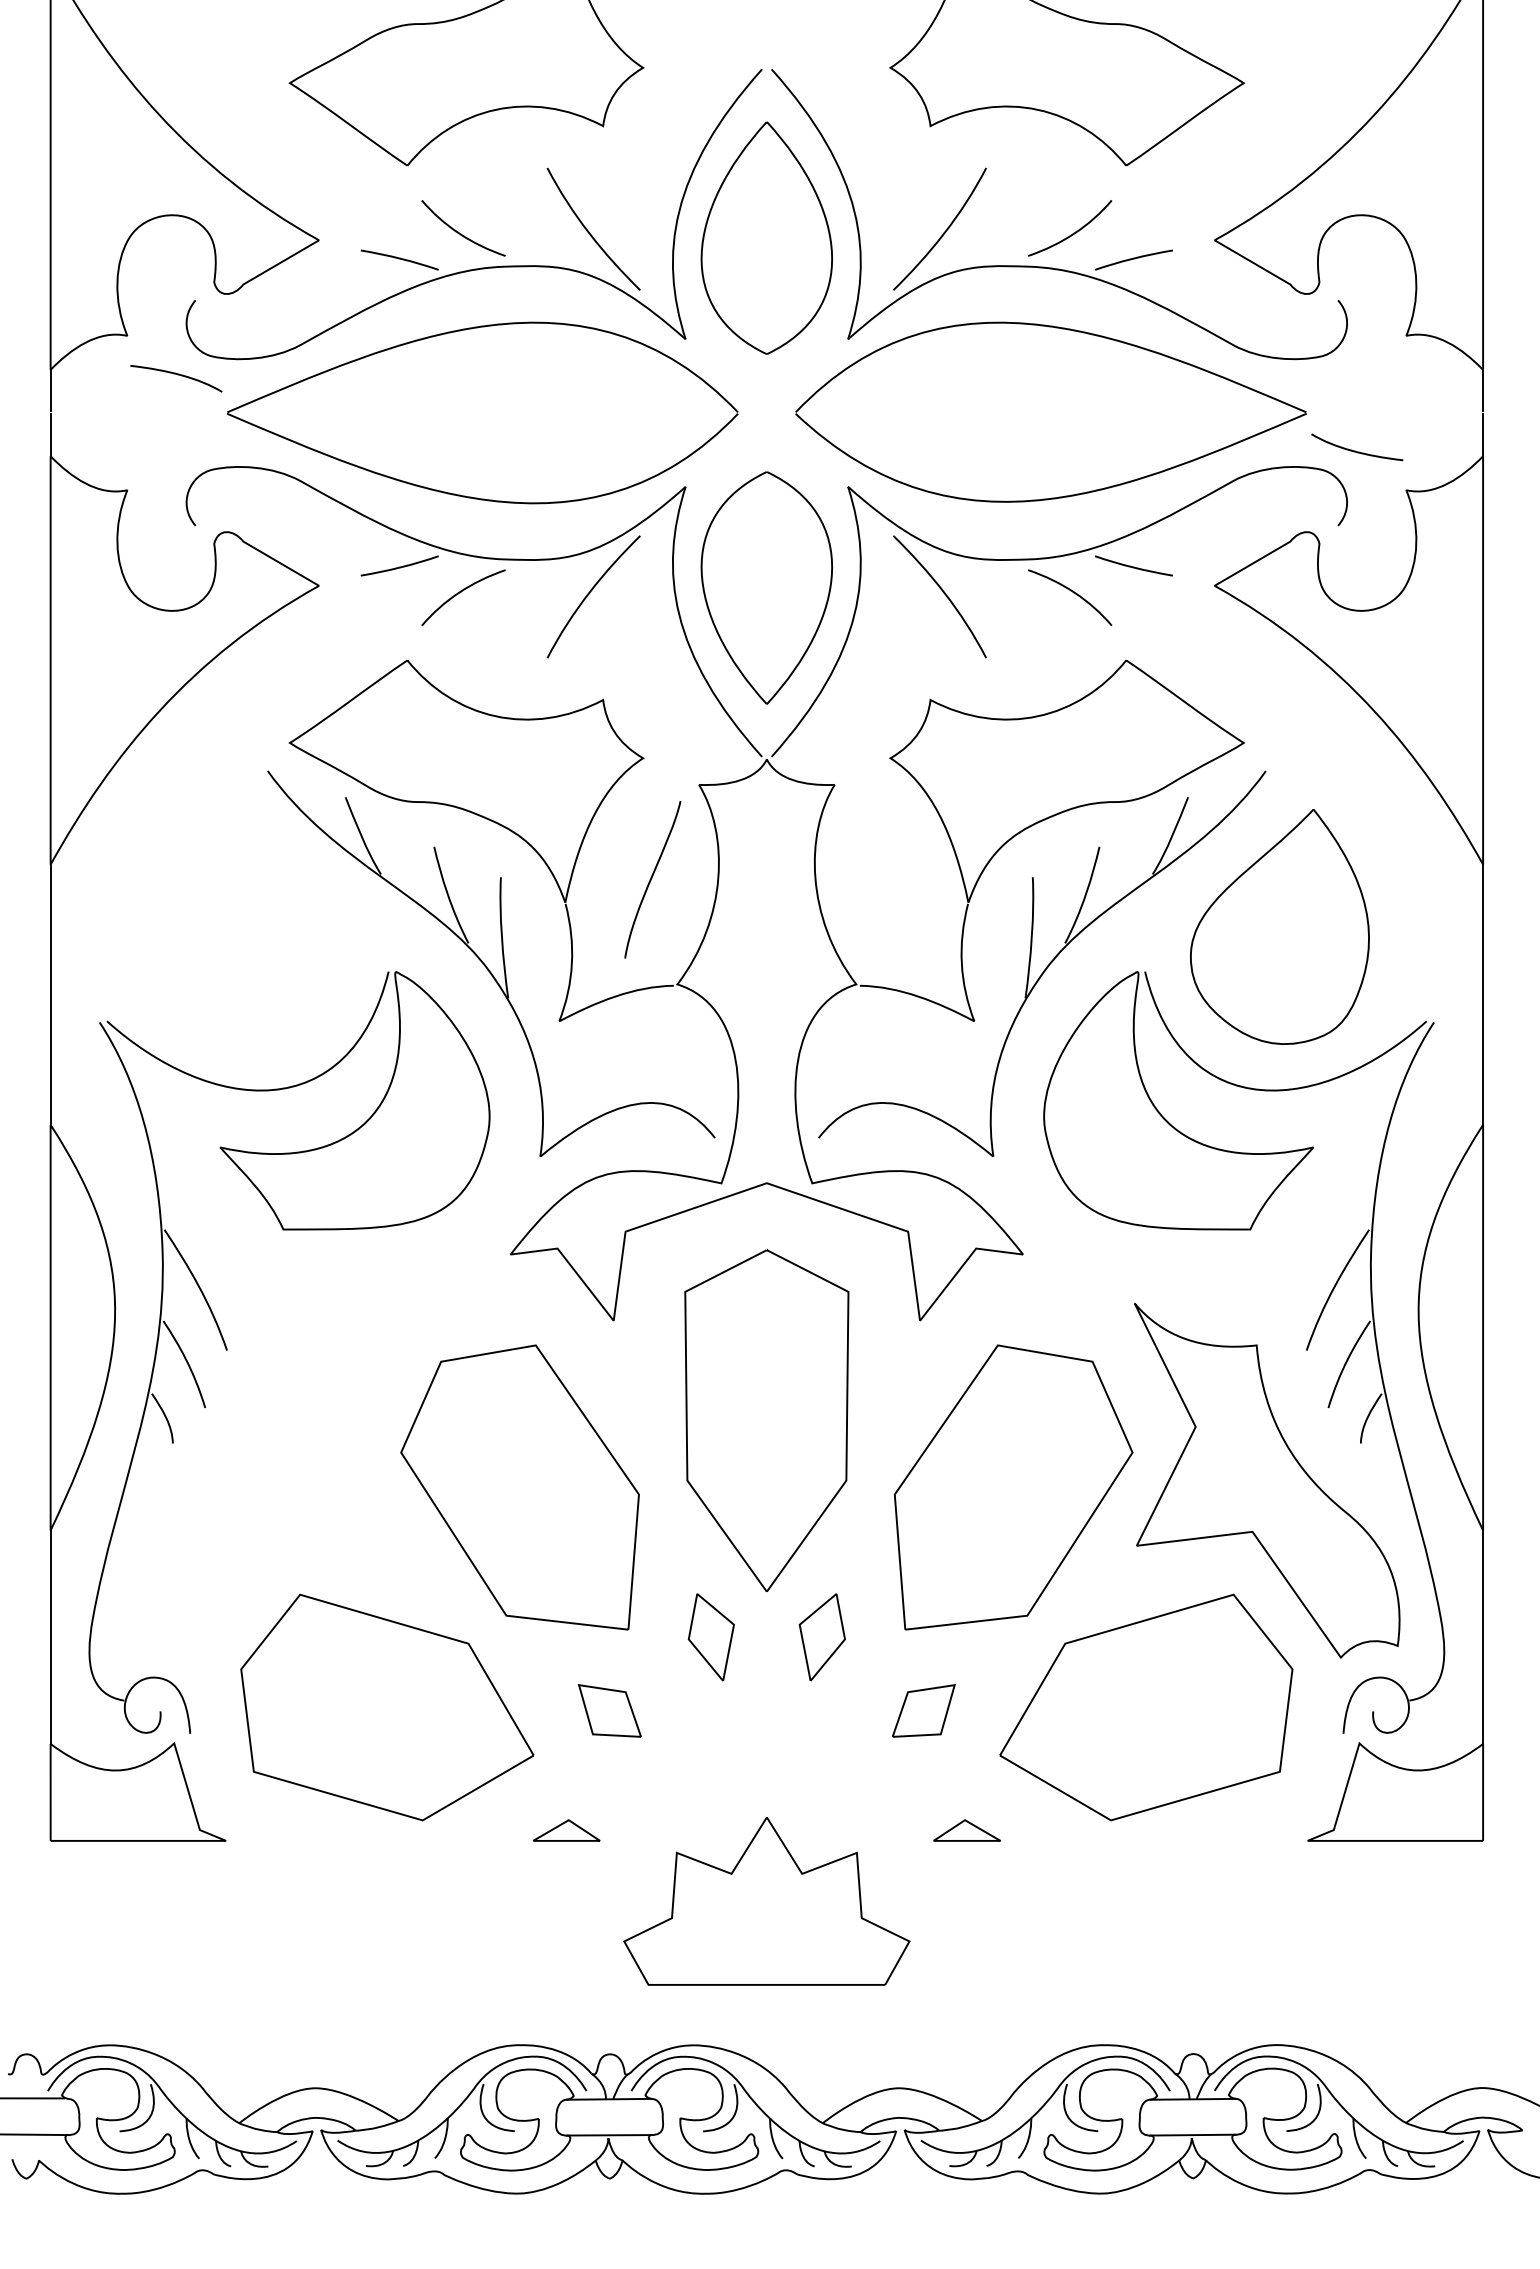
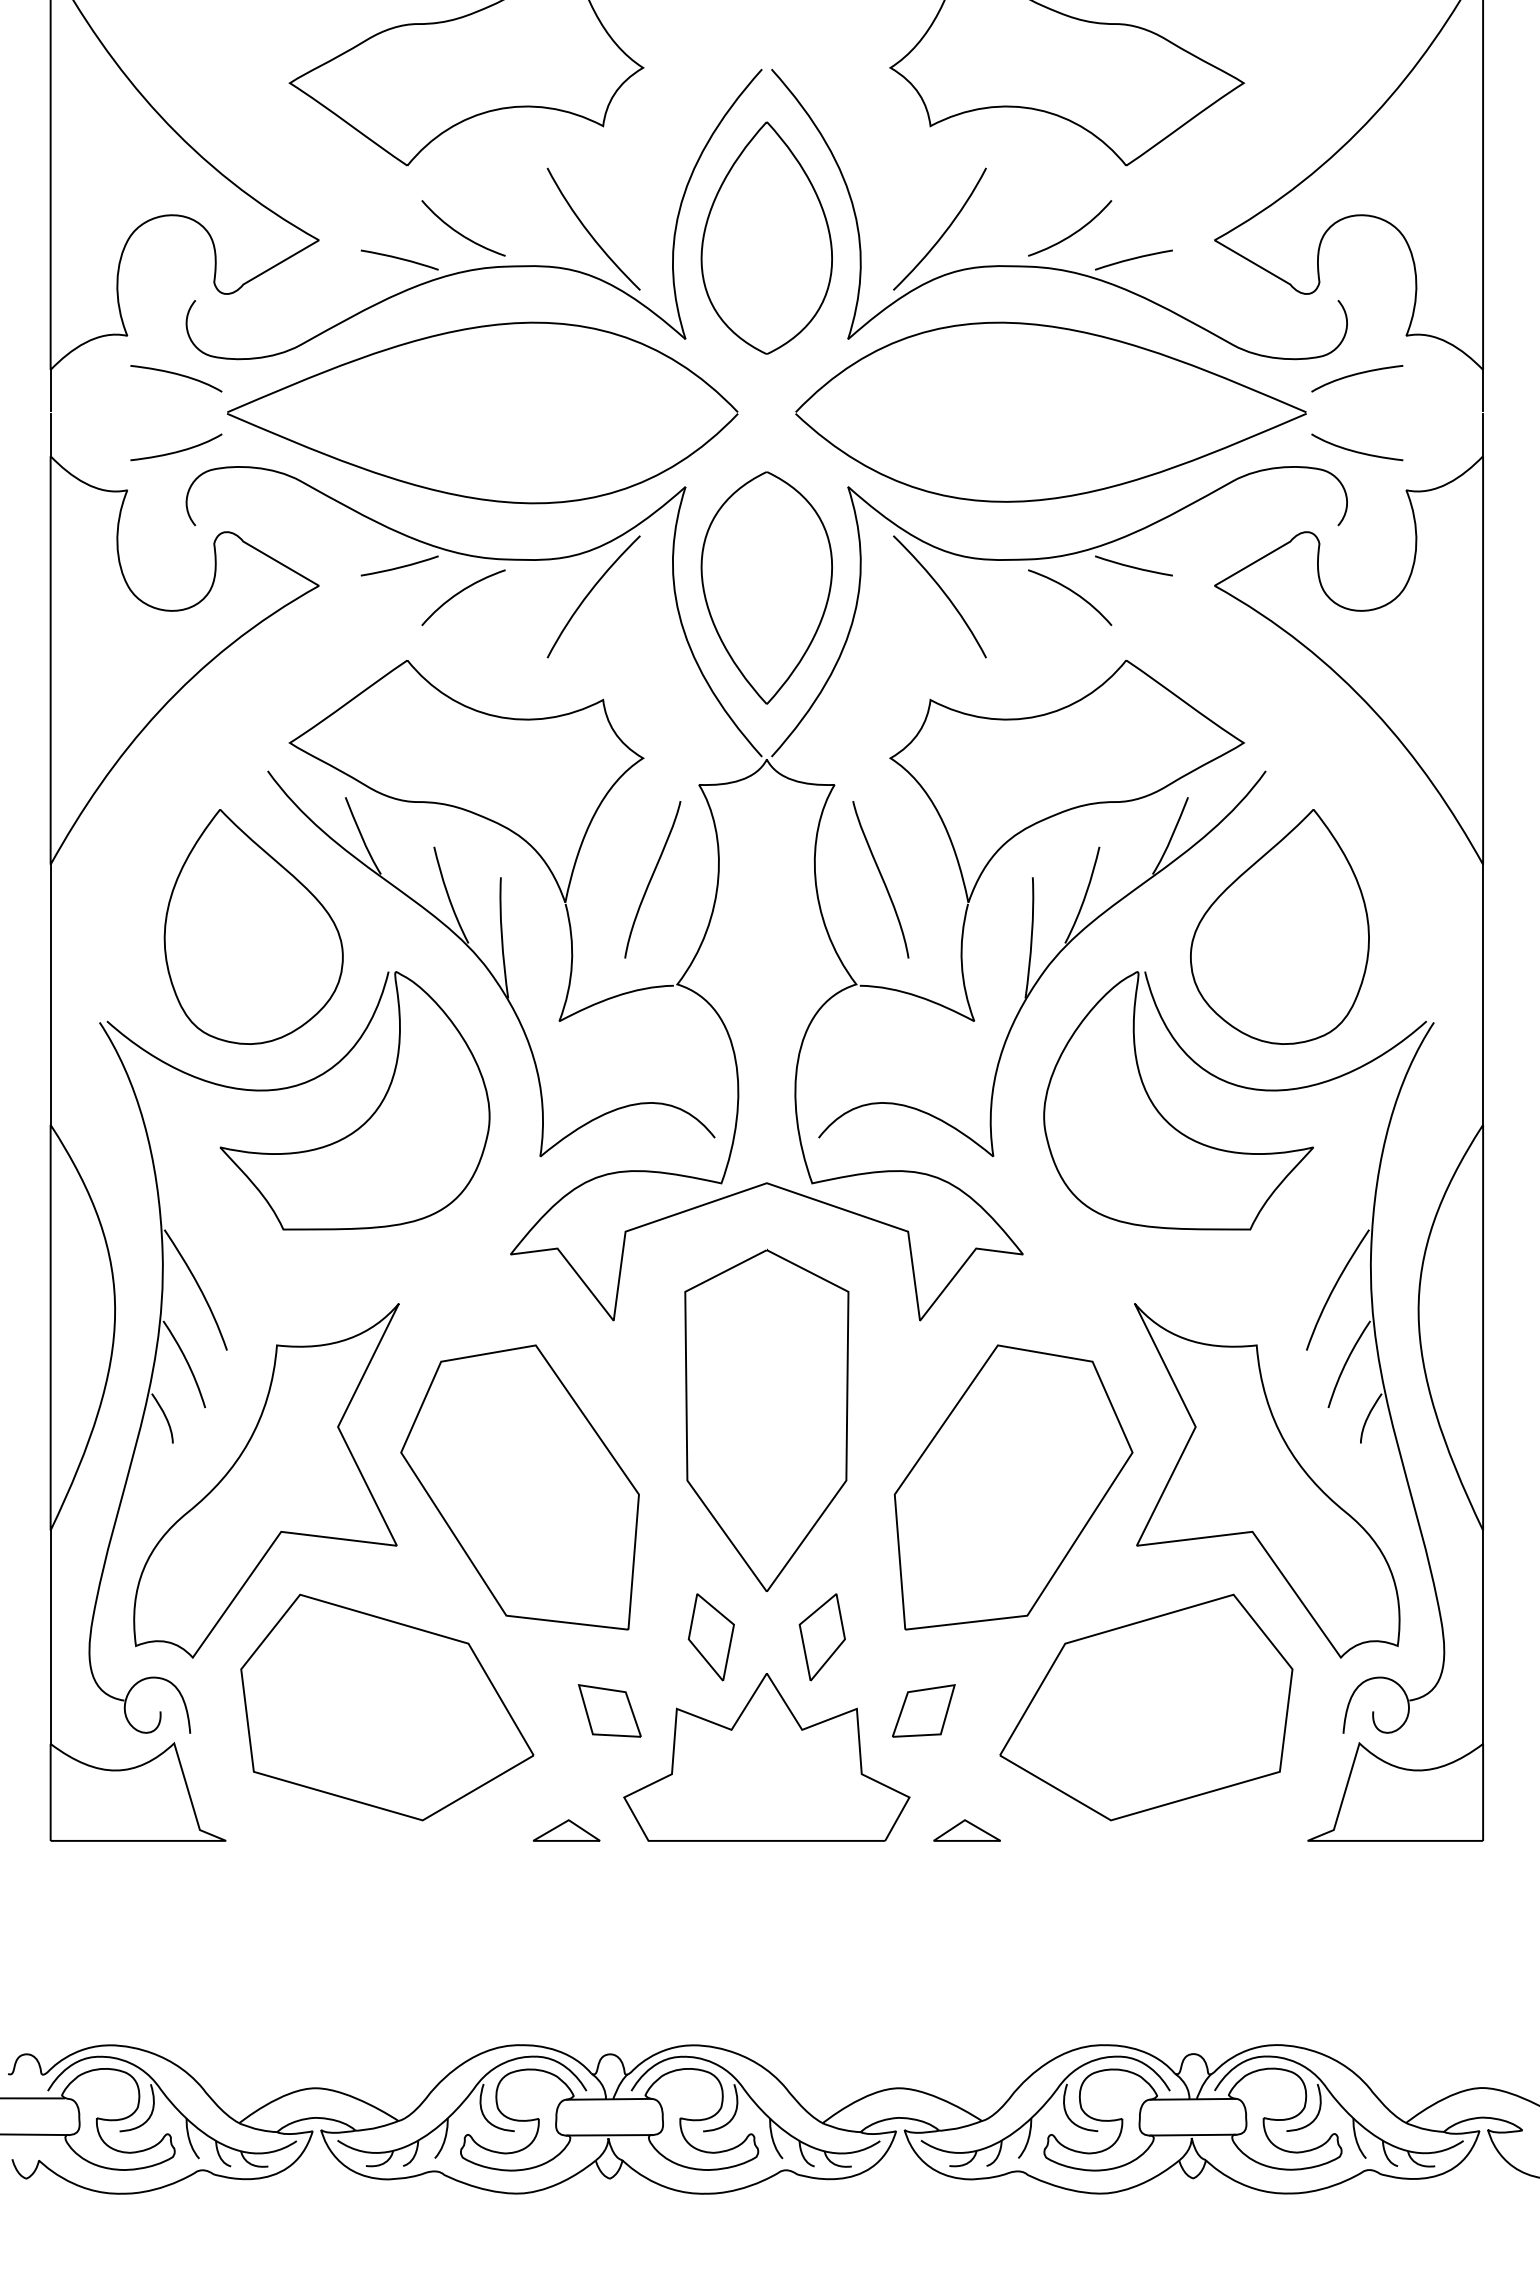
curve at (1355, 375): none -> present
curve at (178, 450): none -> present
curve at (881, 878): none -> present
part at (253, 926): none -> present
part at (266, 1480): none -> present
part at (766, 1901) position: (766, 1901) -> (766, 1757)
